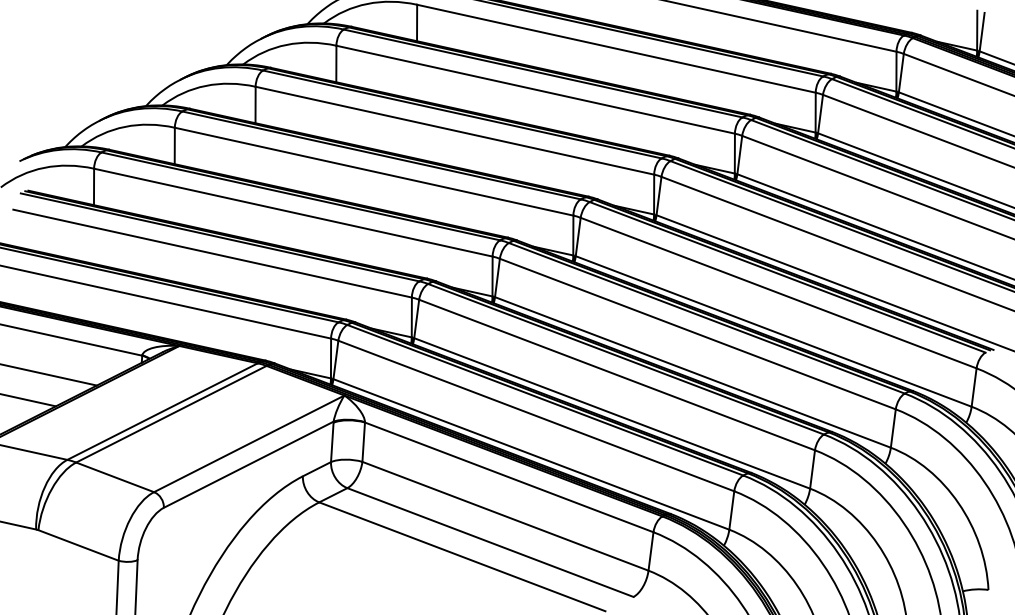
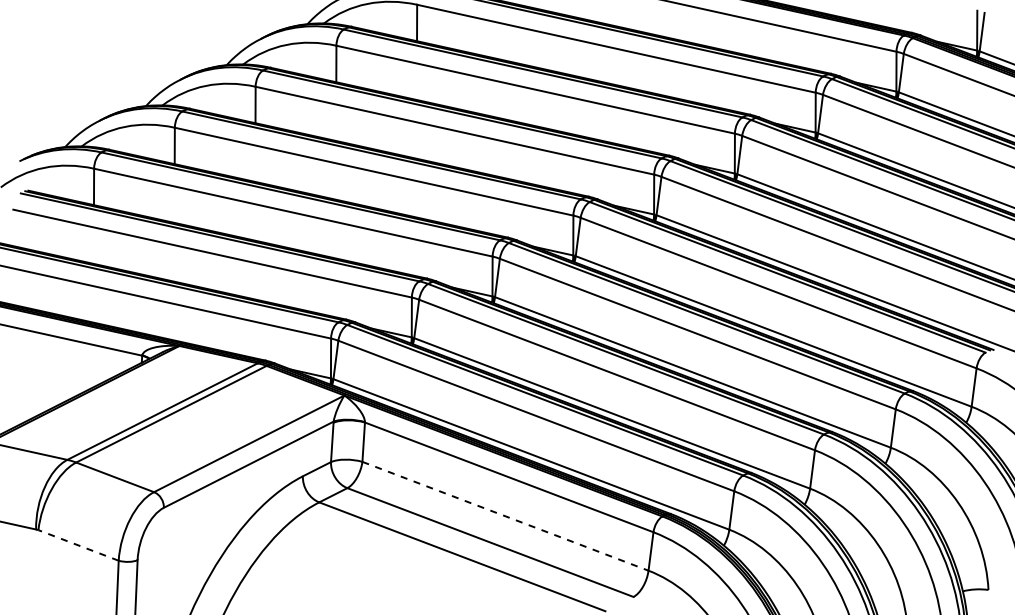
line at (49, 374): present -> none
line at (28, 400): present -> none
line at (505, 516): solid -> dashed
line at (78, 545): solid -> dashed
